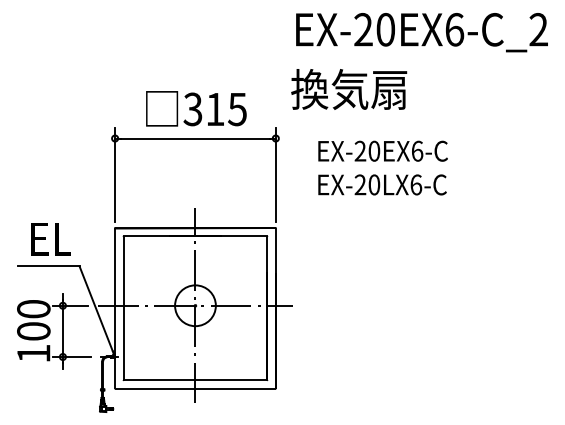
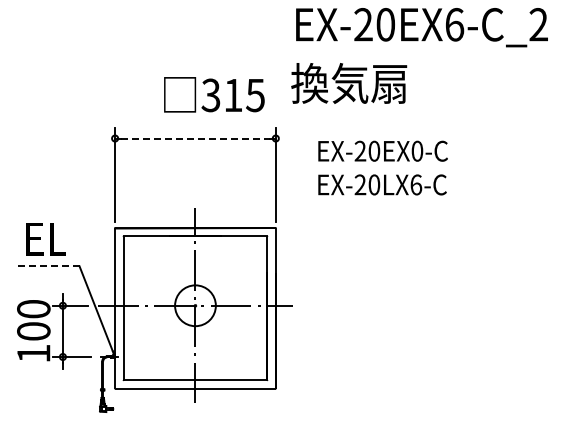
text at (421, 32) position: (421, 32) -> (421, 27)
text at (349, 89) position: (349, 89) -> (349, 83)
text at (196, 108) position: (196, 108) -> (214, 94)
line at (195, 138): solid -> dashed
text at (417, 150): EX-20EX6-C -> EX-20EX0-C
text at (50, 239) position: (50, 239) -> (45, 239)
line at (49, 266): solid -> dashed
